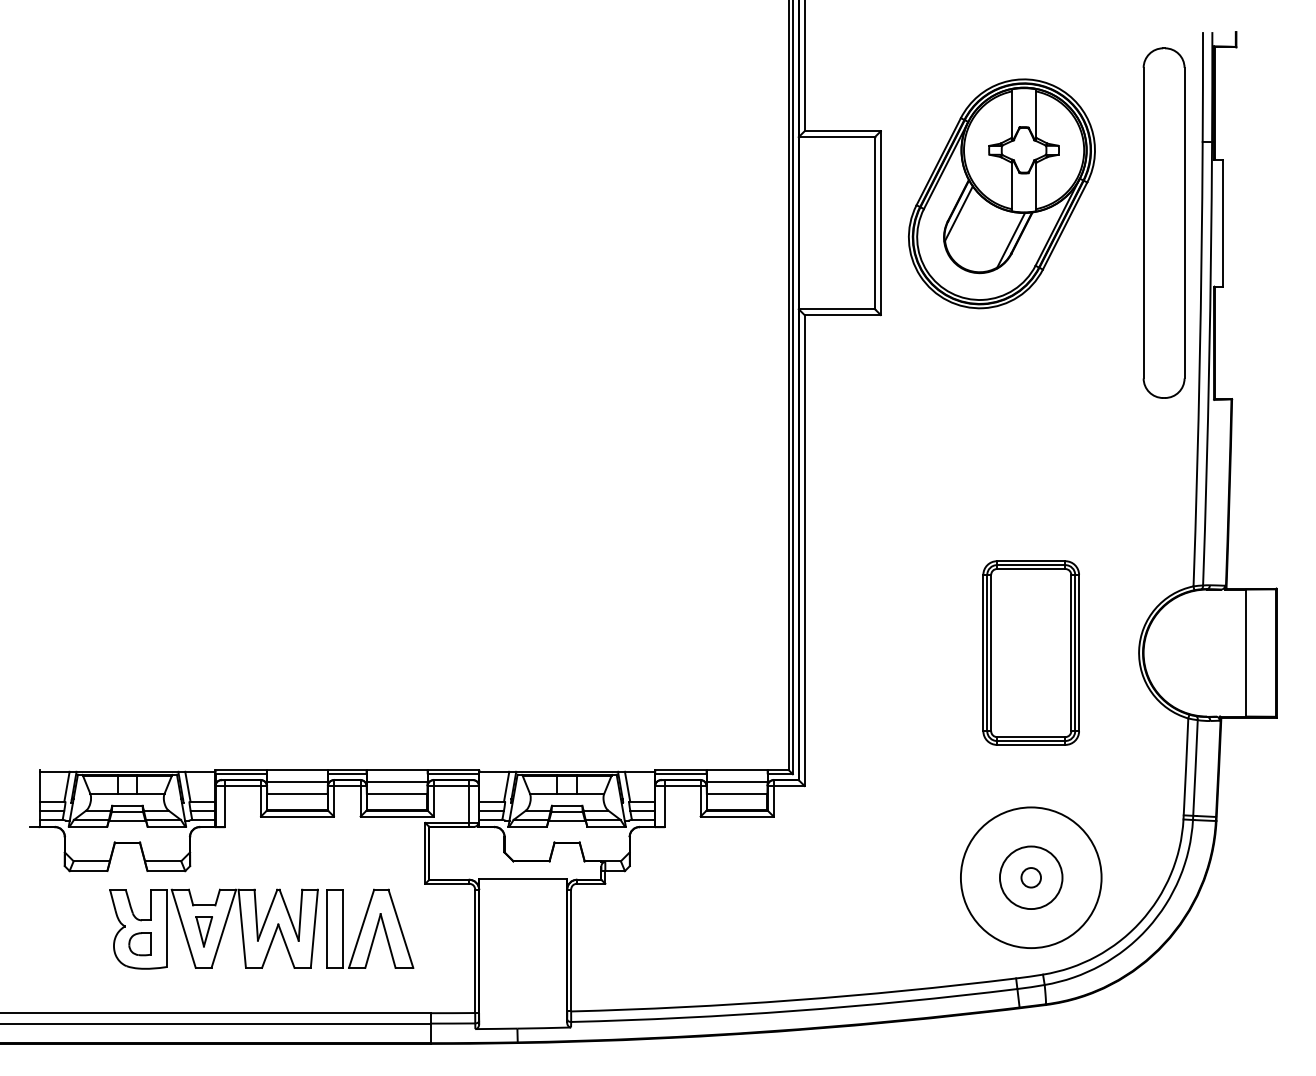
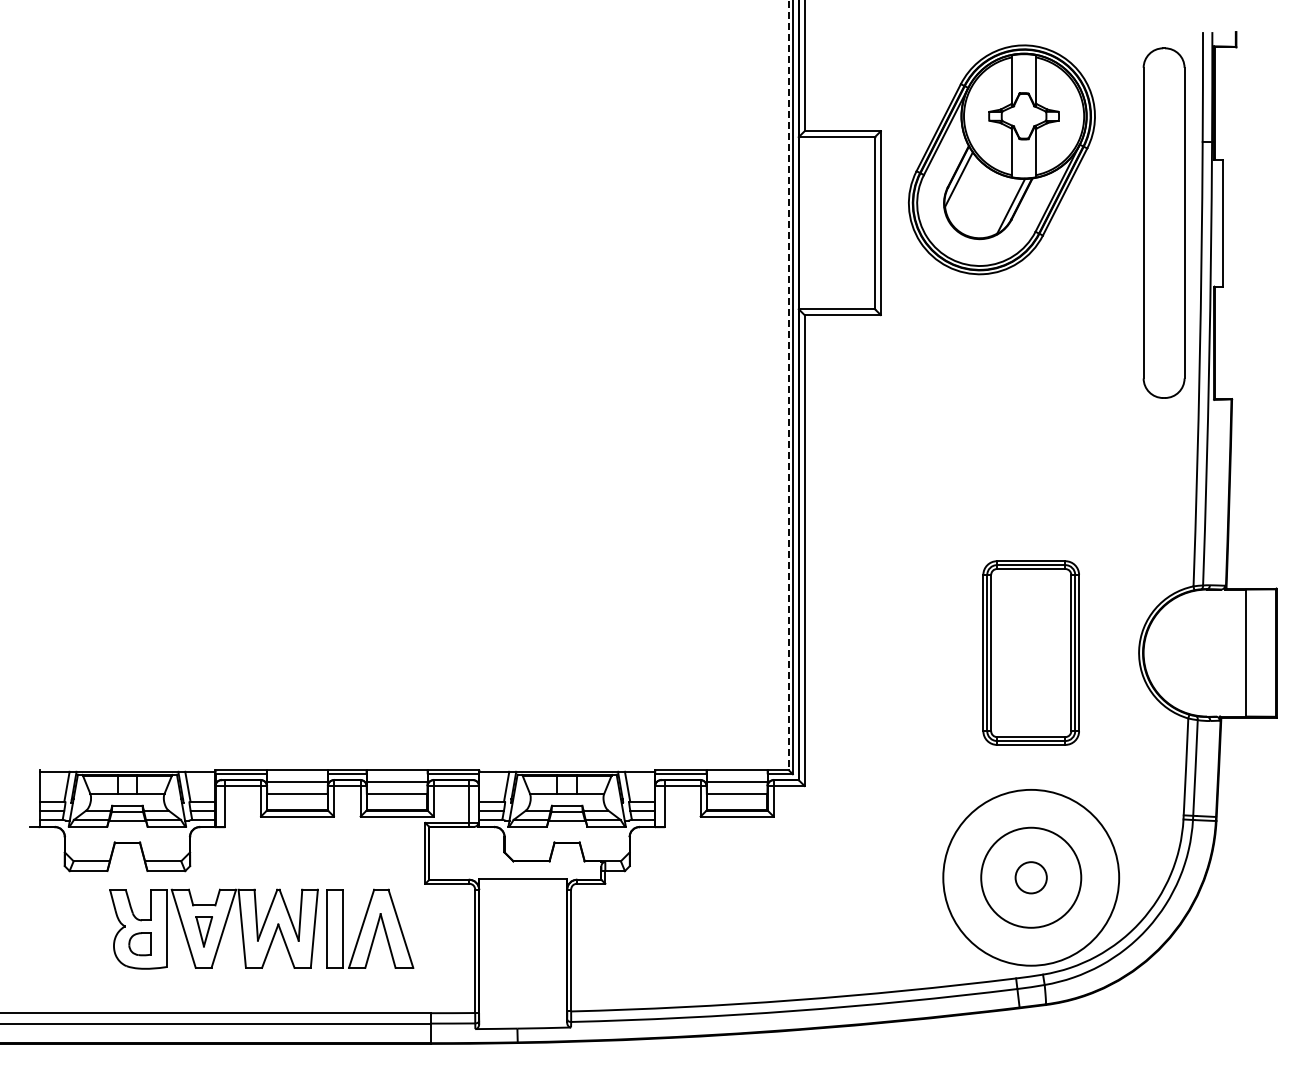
part at (1001, 193) position: (1001, 193) -> (1001, 159)
line at (788, 385): solid -> dashed
circle at (1030, 877) diameter: 141 px -> 176 px
circle at (1030, 877) diameter: 63 px -> 100 px
circle at (1031, 877) diameter: 20 px -> 31 px
